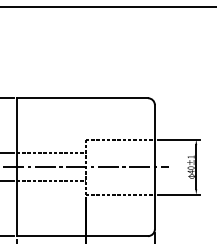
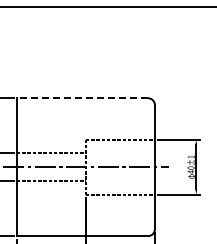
line at (82, 98): solid -> dashed
